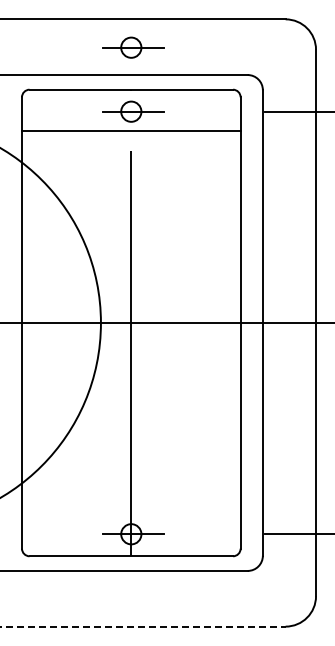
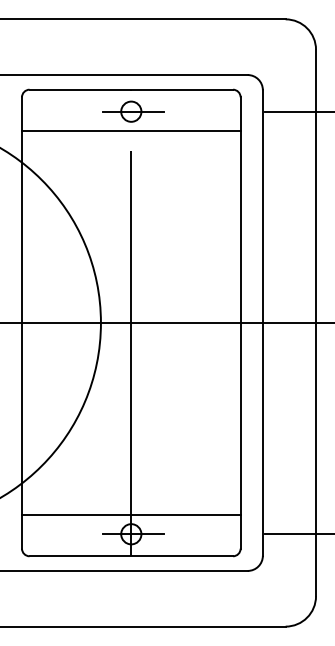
part at (133, 47): present -> none
line at (131, 515): none -> present
line at (143, 626): dashed -> solid
